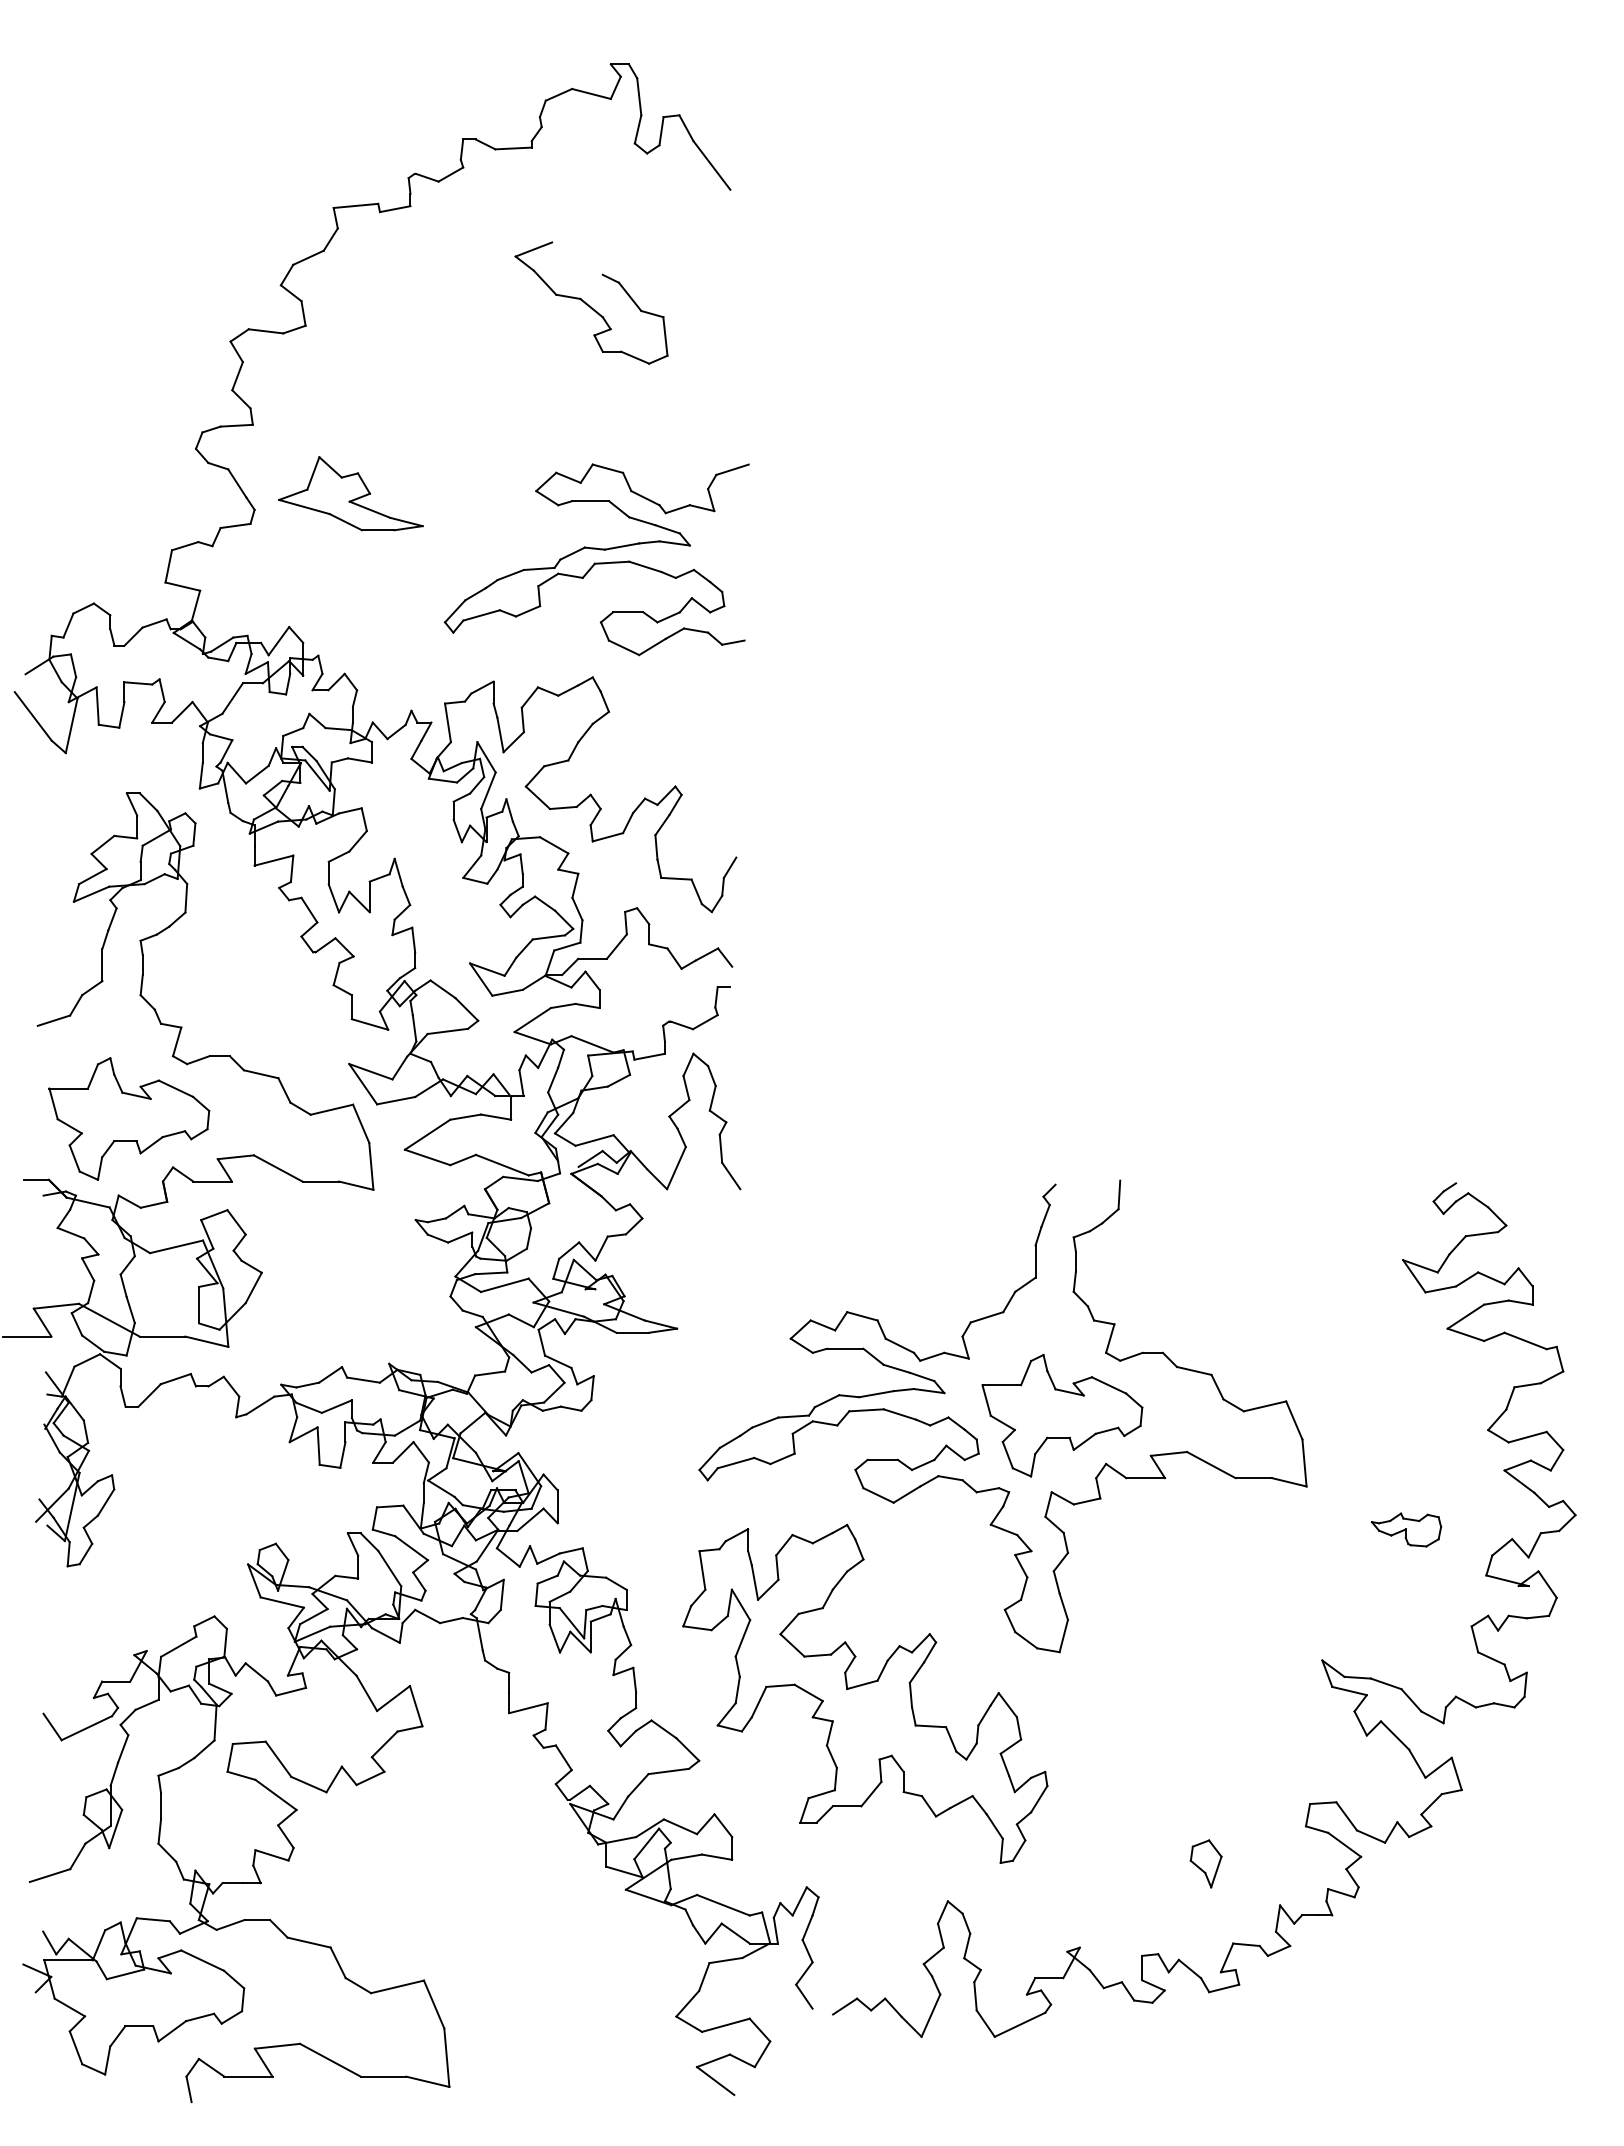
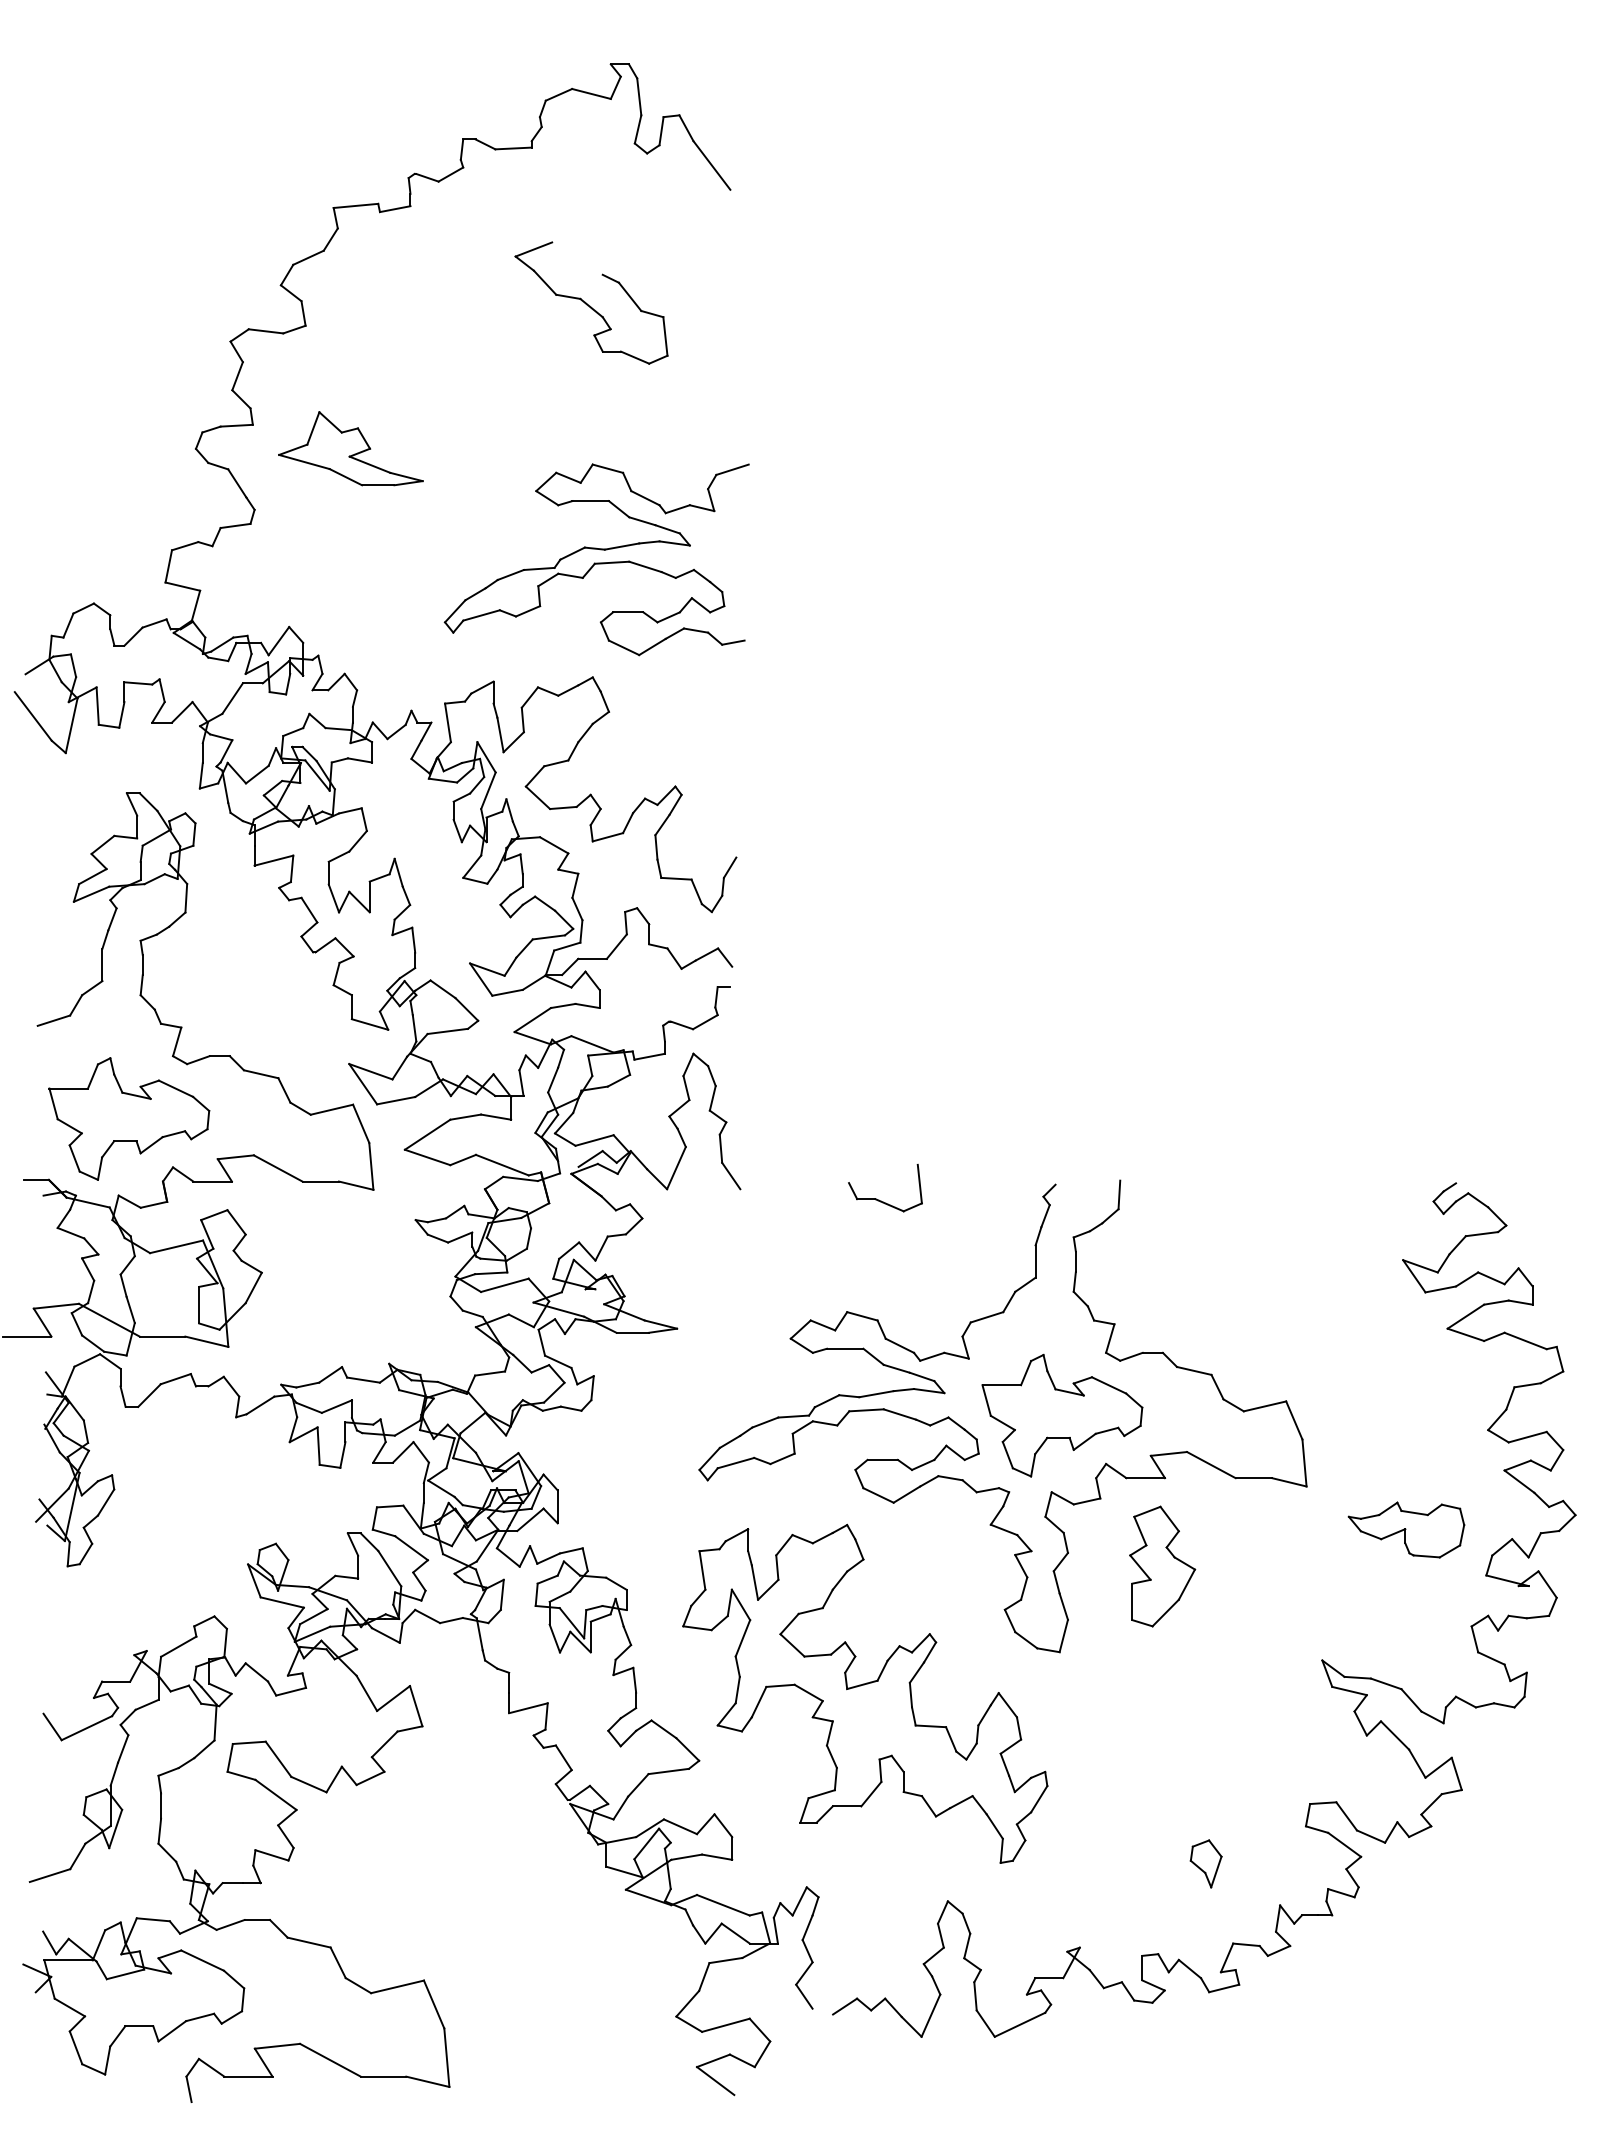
part at (350, 493) position: (350, 493) -> (350, 448)
part at (879, 1199): none -> present
part at (1406, 1529) size: 73x36 px -> 119x58 px
part at (1162, 1566): none -> present
